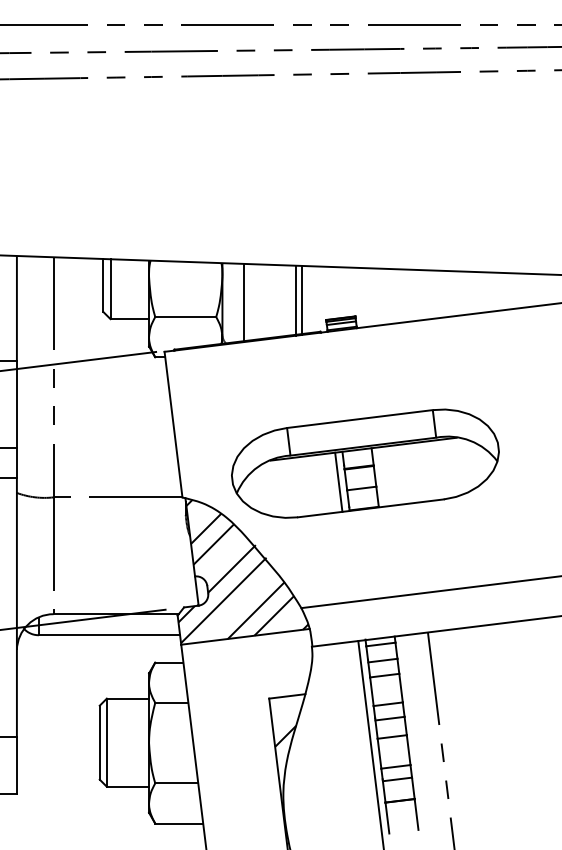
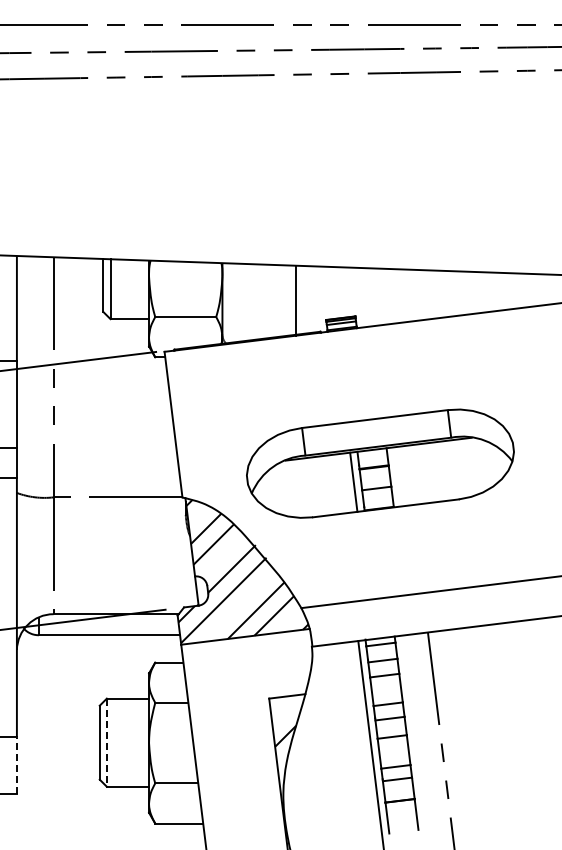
line at (301, 300): present -> none
line at (244, 302): present -> none
part at (365, 463) position: (365, 463) -> (380, 463)
line at (106, 743): solid -> dashed
line at (16, 766): solid -> dashed
